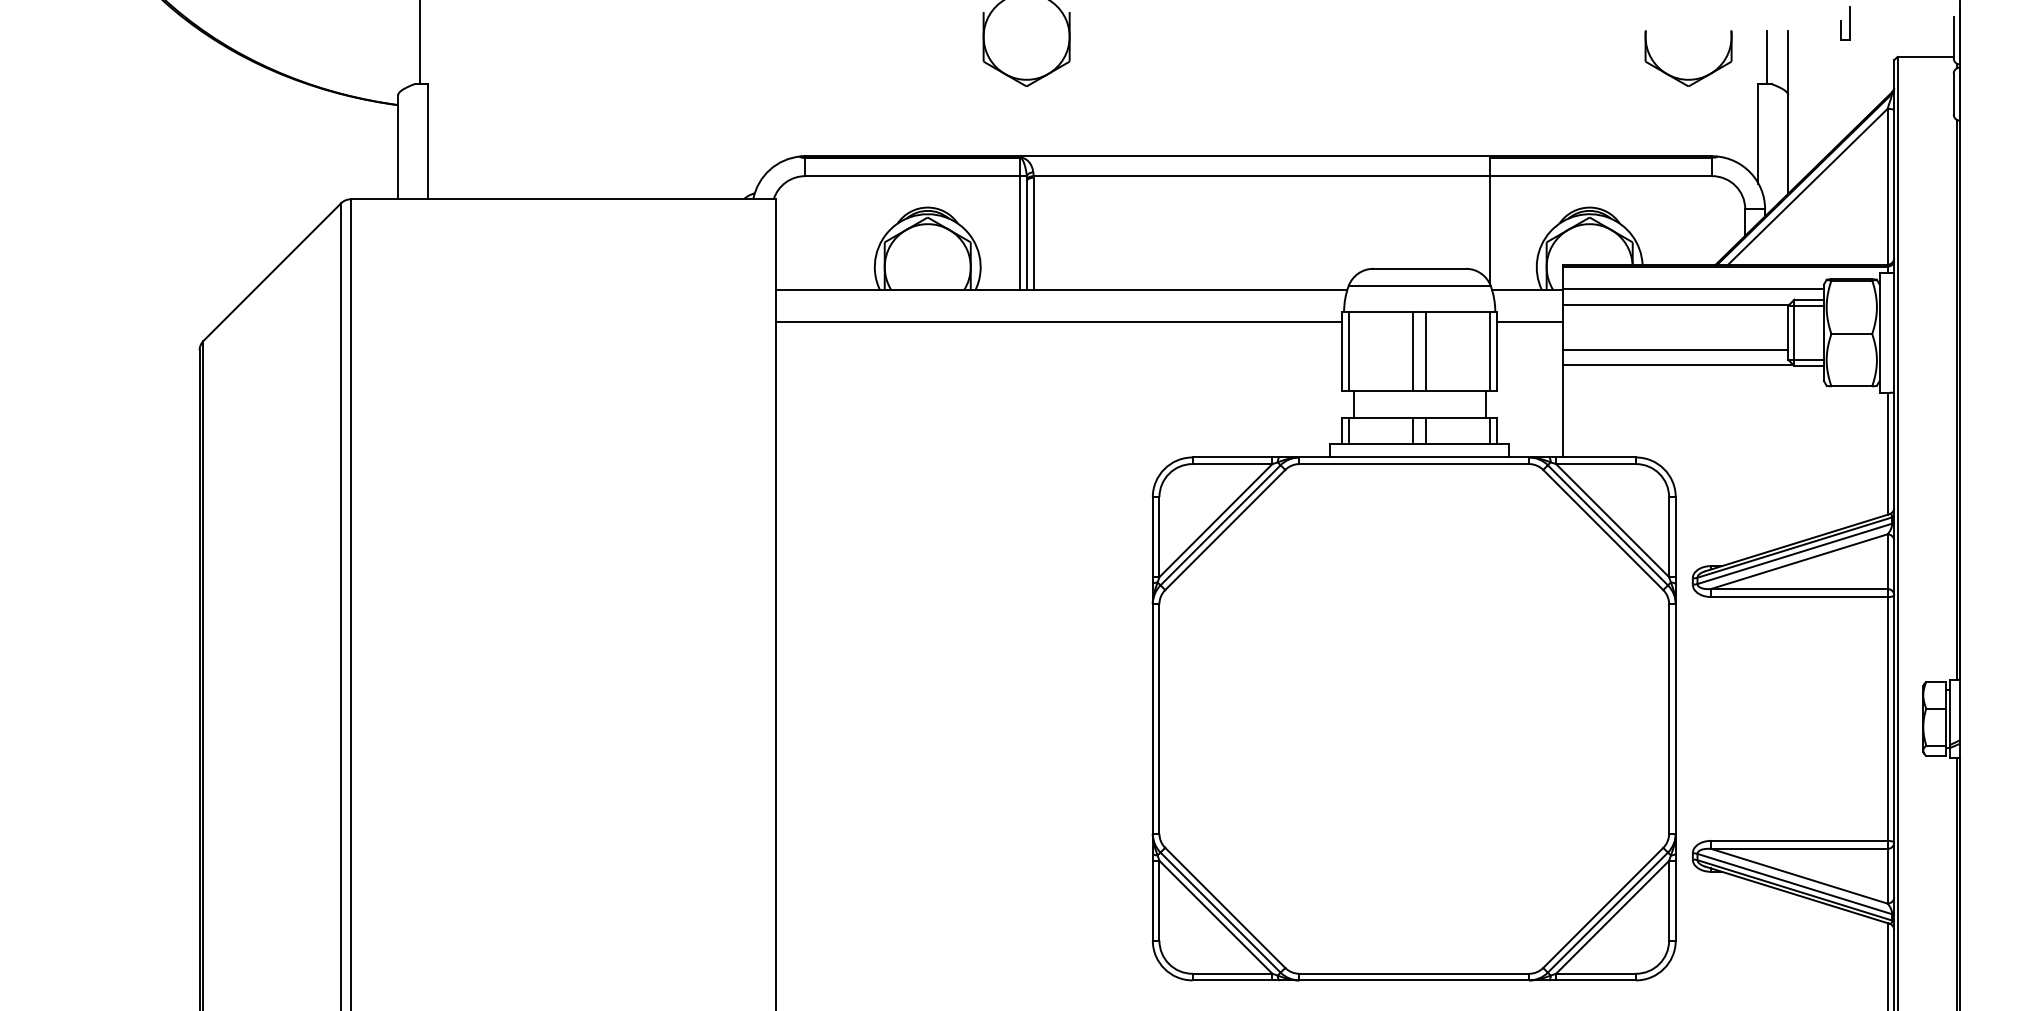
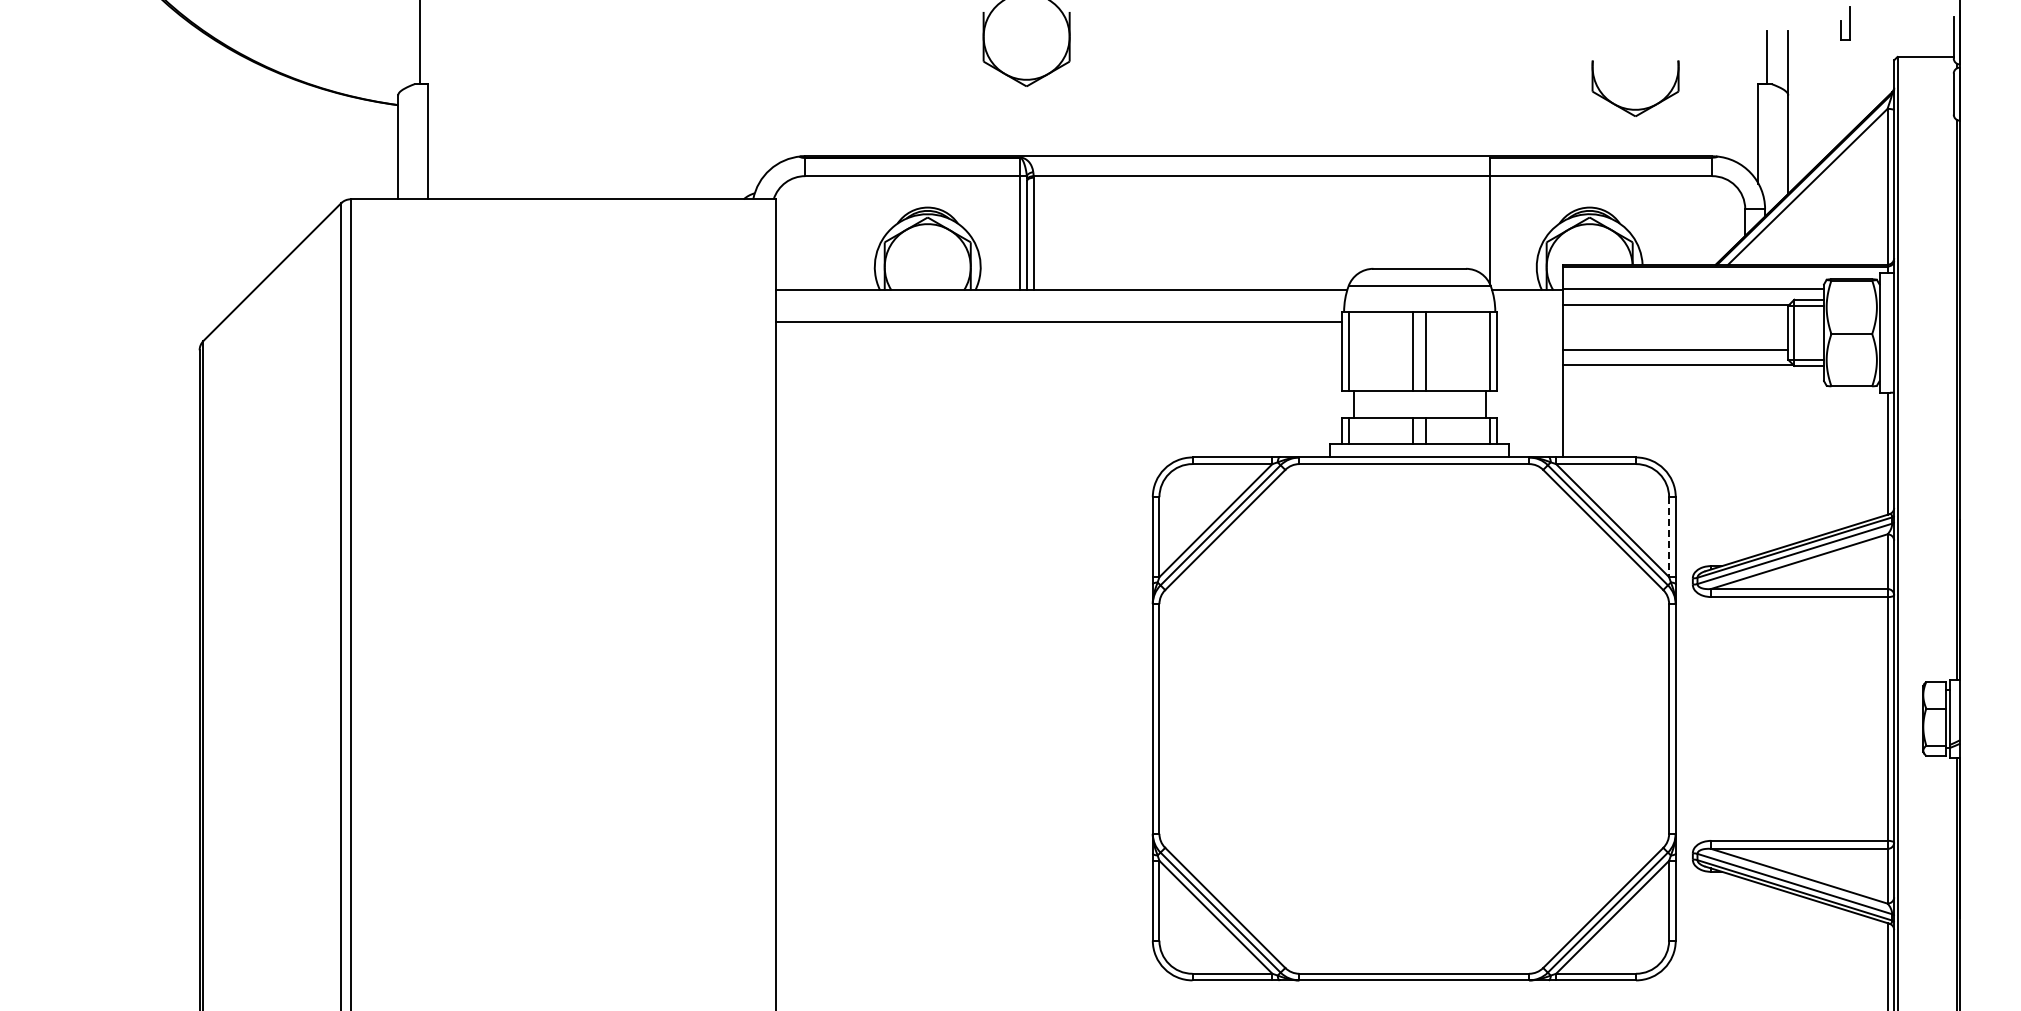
part at (1688, 78) position: (1688, 78) -> (1635, 108)
line at (1530, 322): present -> none
line at (1669, 537): solid -> dashed
